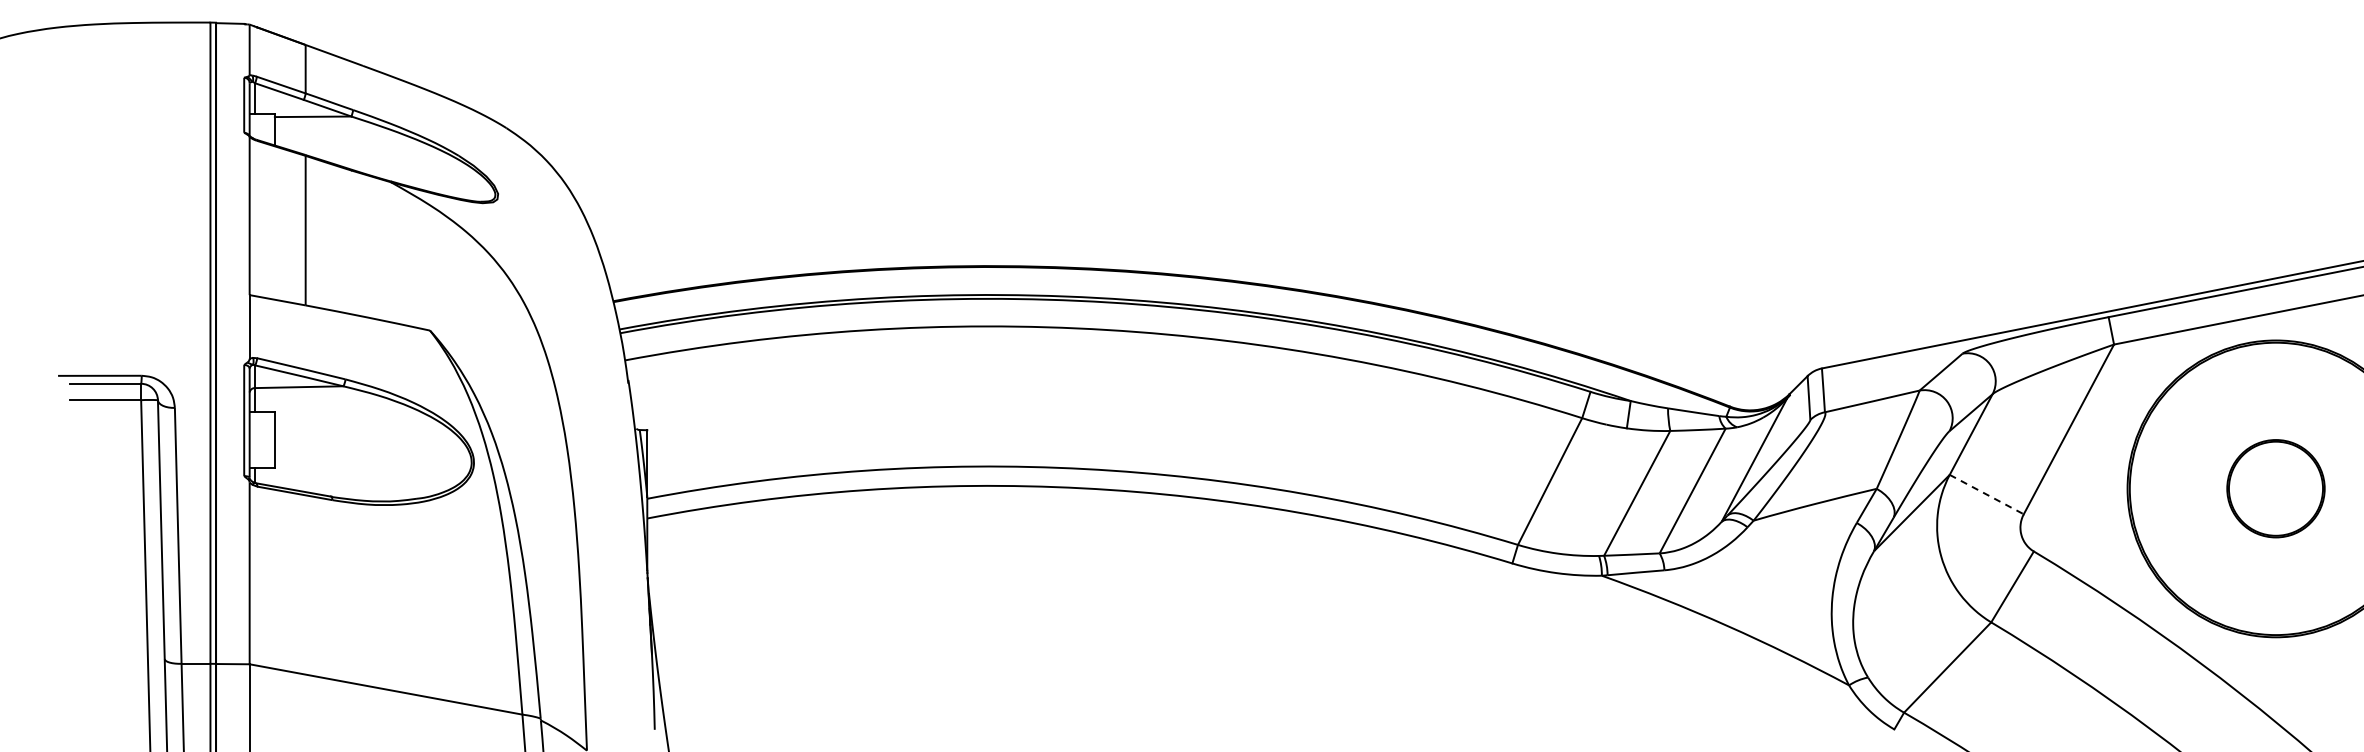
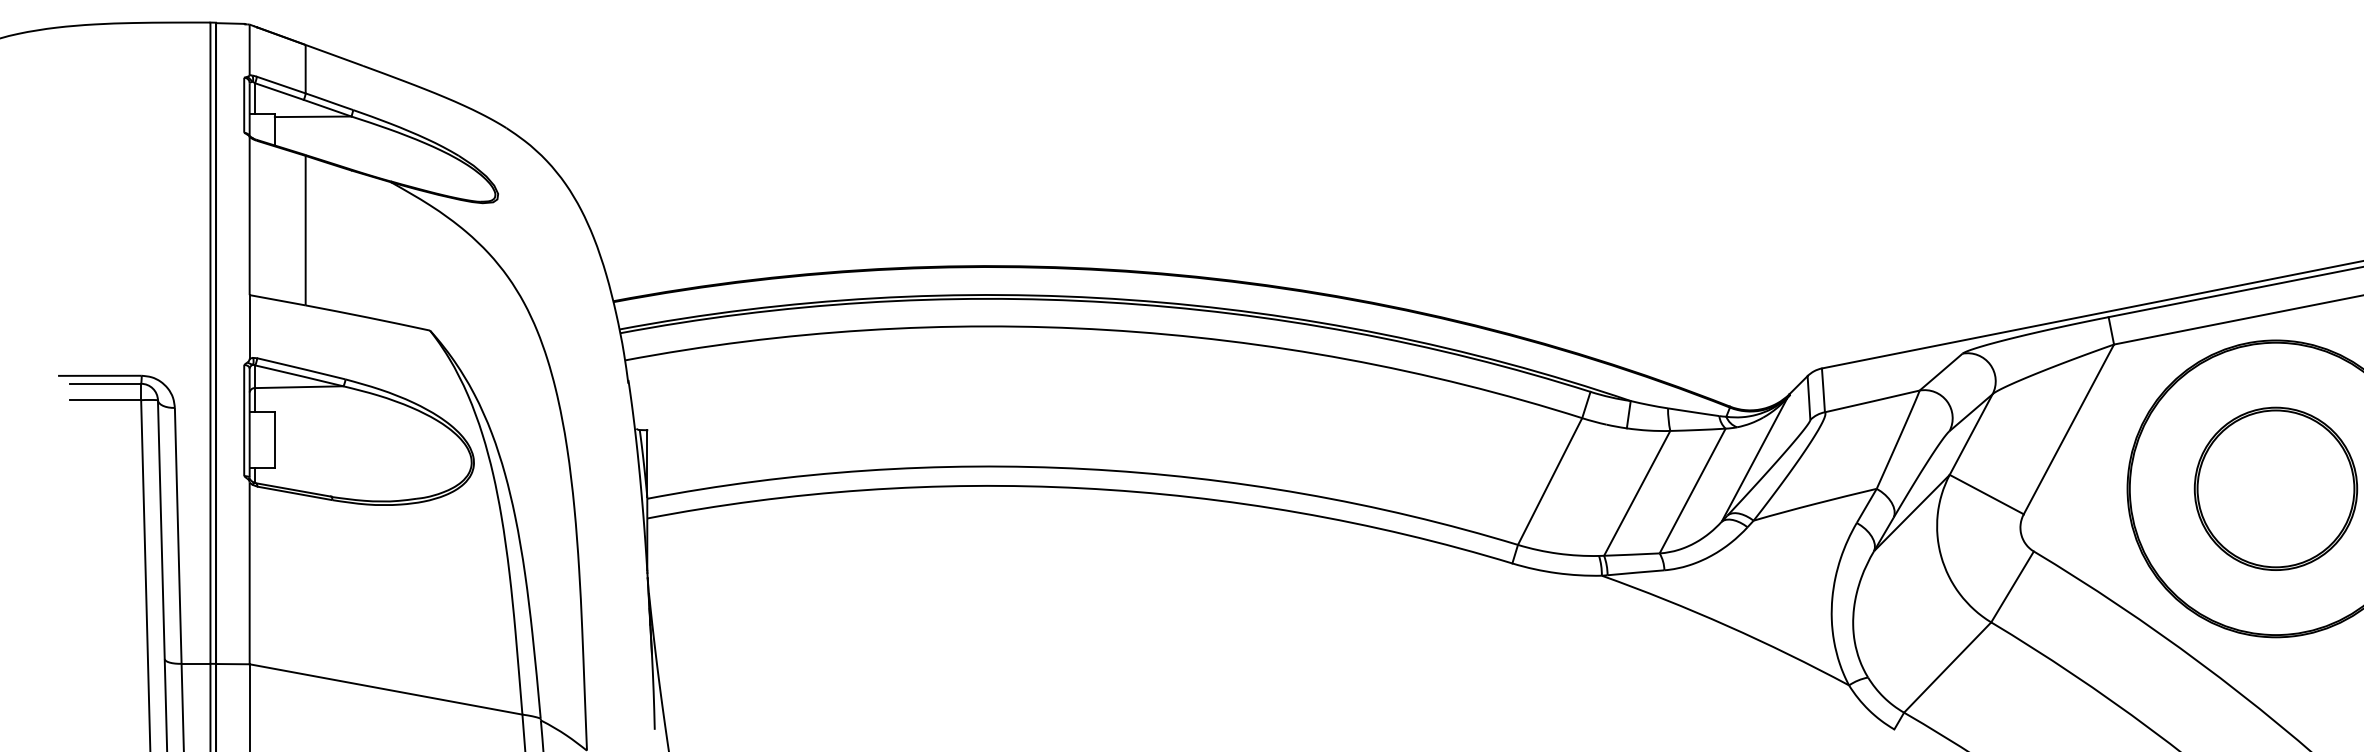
part at (2275, 488) size: 100x100 px -> 166x165 px
line at (1986, 494): dashed -> solid
